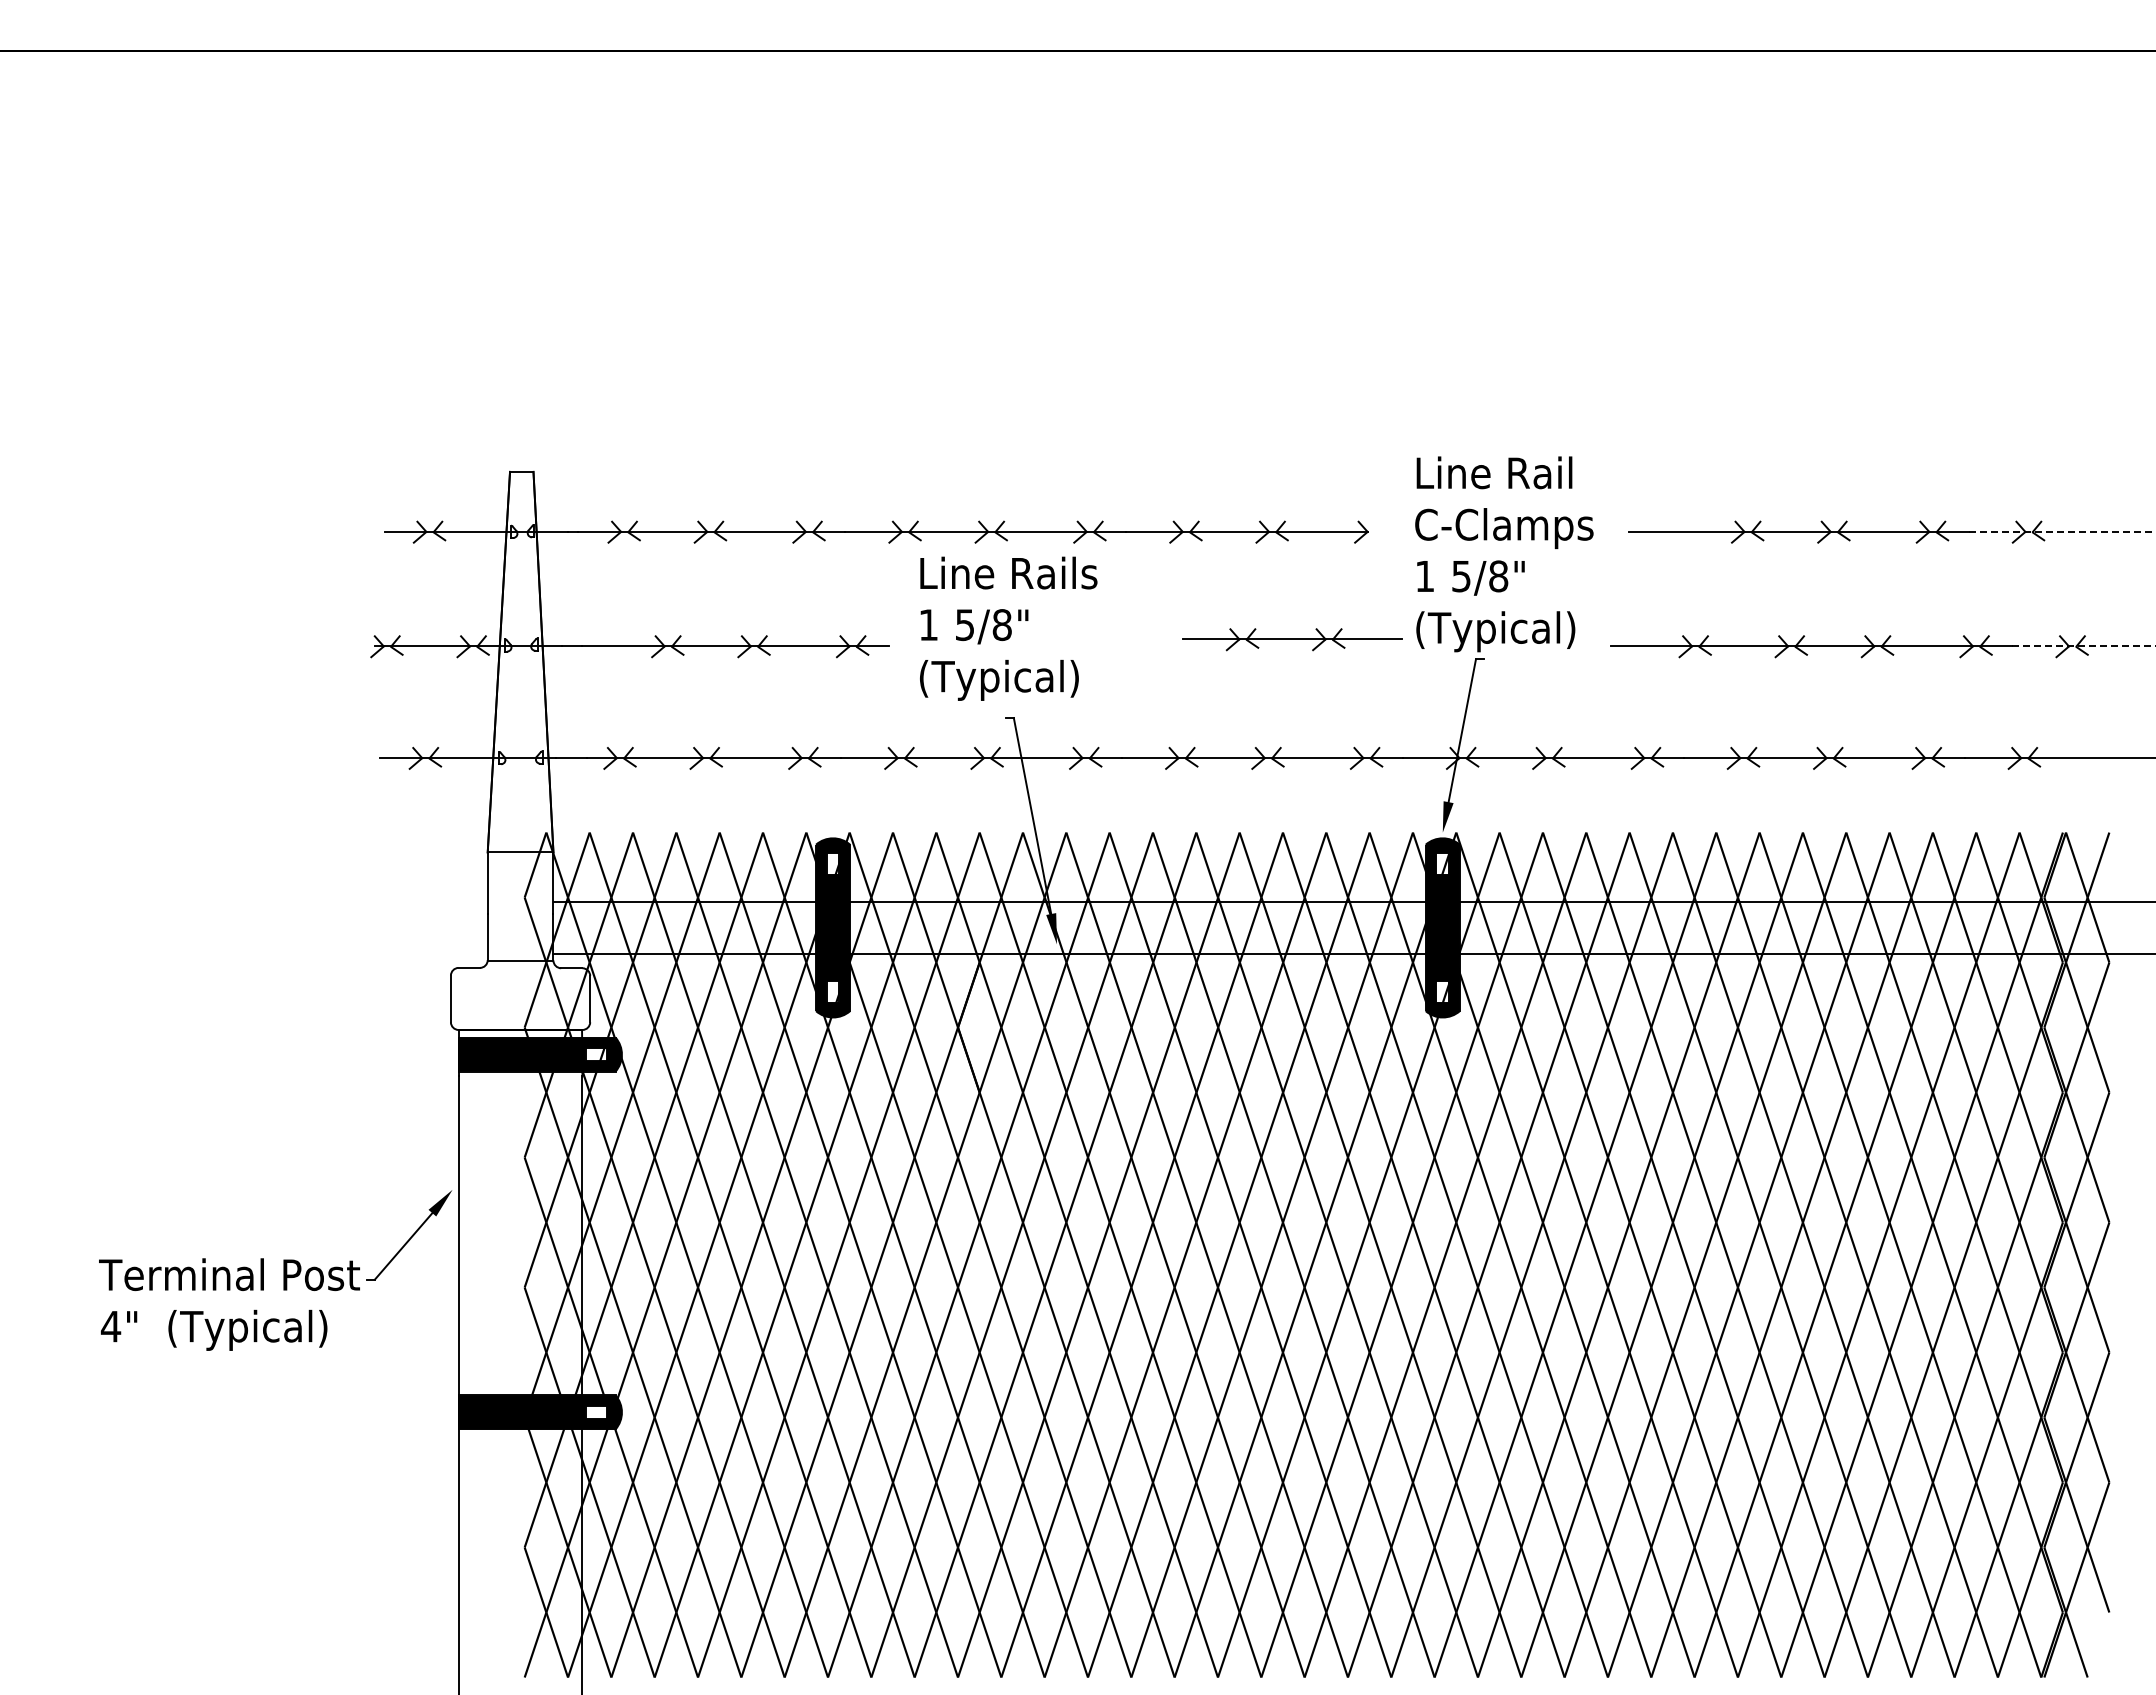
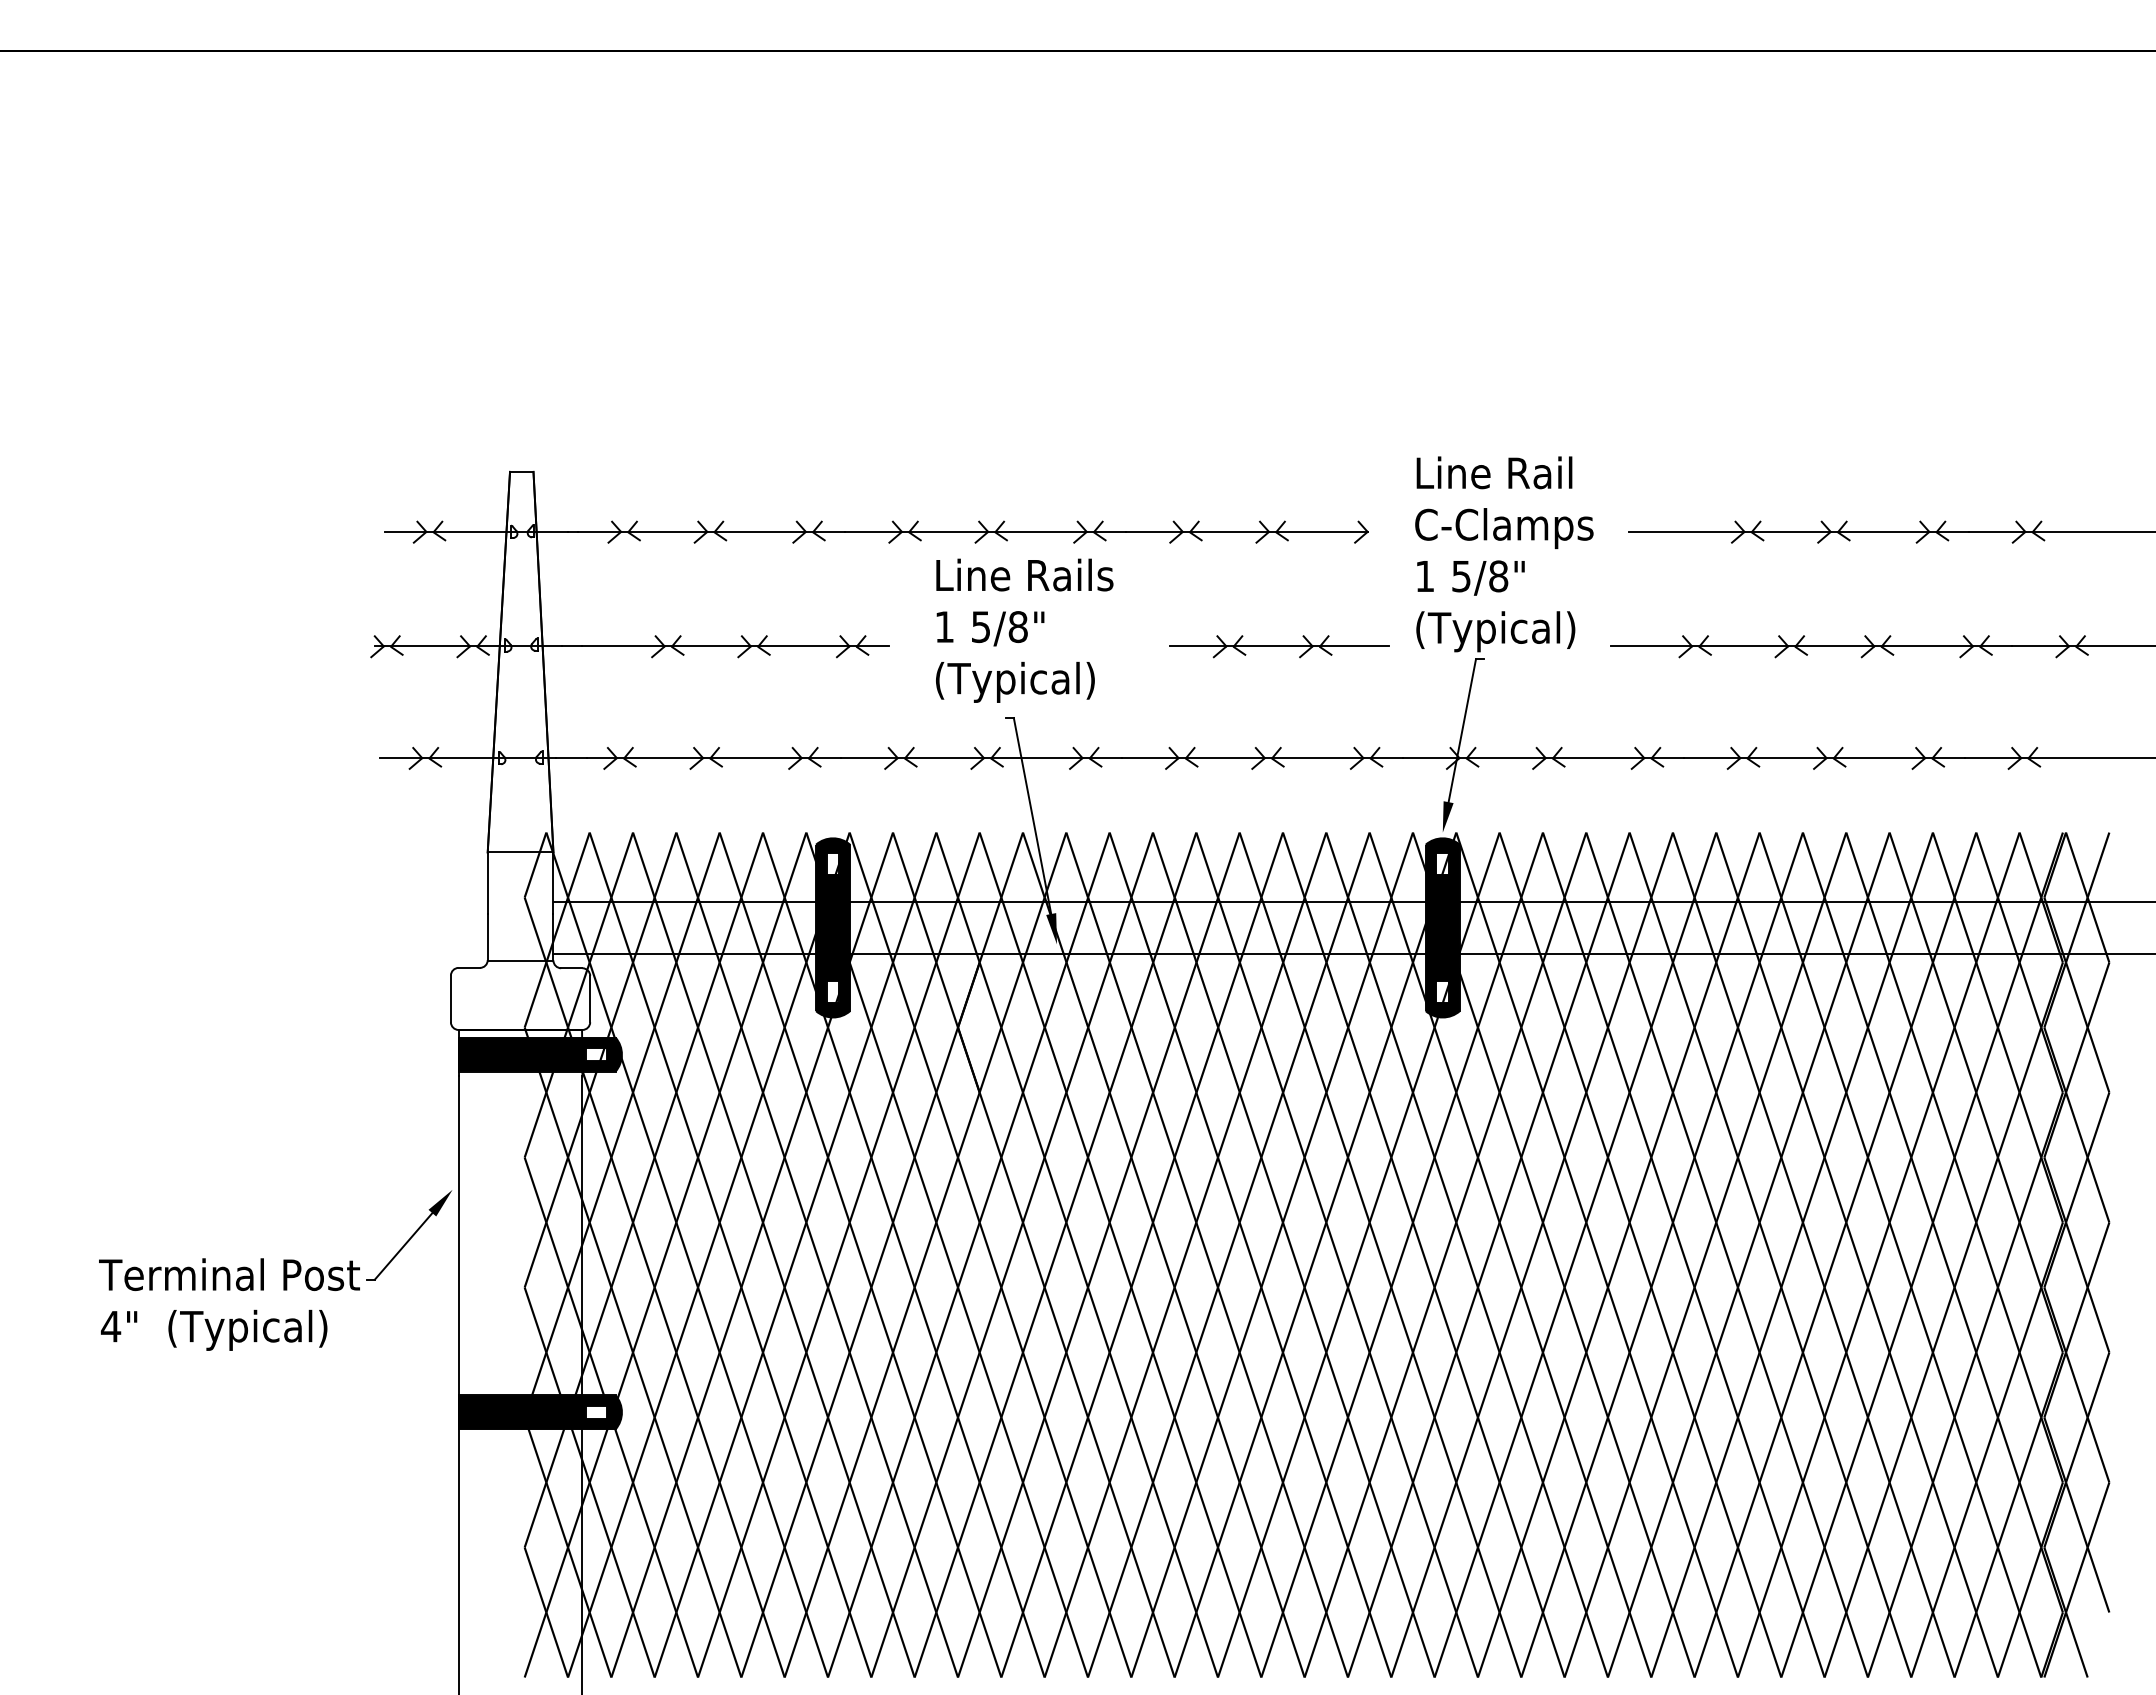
line at (2062, 531): dashed -> solid
text at (1008, 628) position: (1008, 628) -> (1024, 630)
part at (1292, 639) position: (1292, 639) -> (1279, 646)
line at (2084, 646): dashed -> solid
